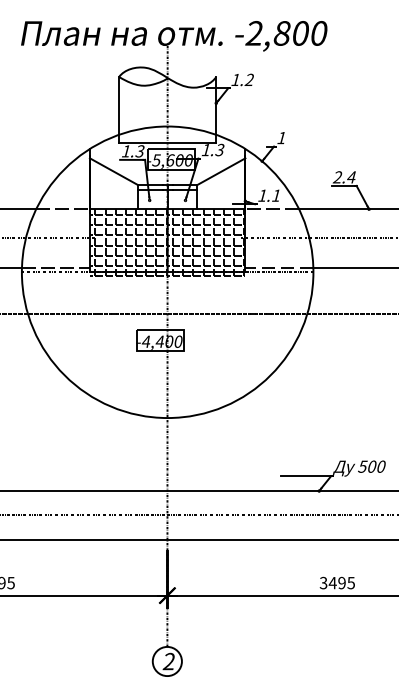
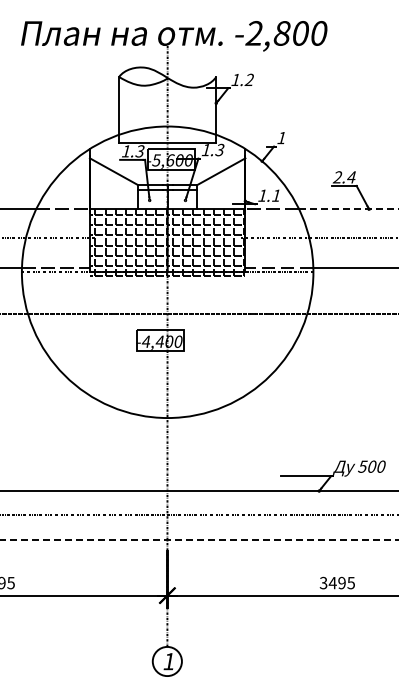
line at (348, 209): solid -> dashed
line at (199, 539): solid -> dashed
text at (168, 661): 2 -> 1
